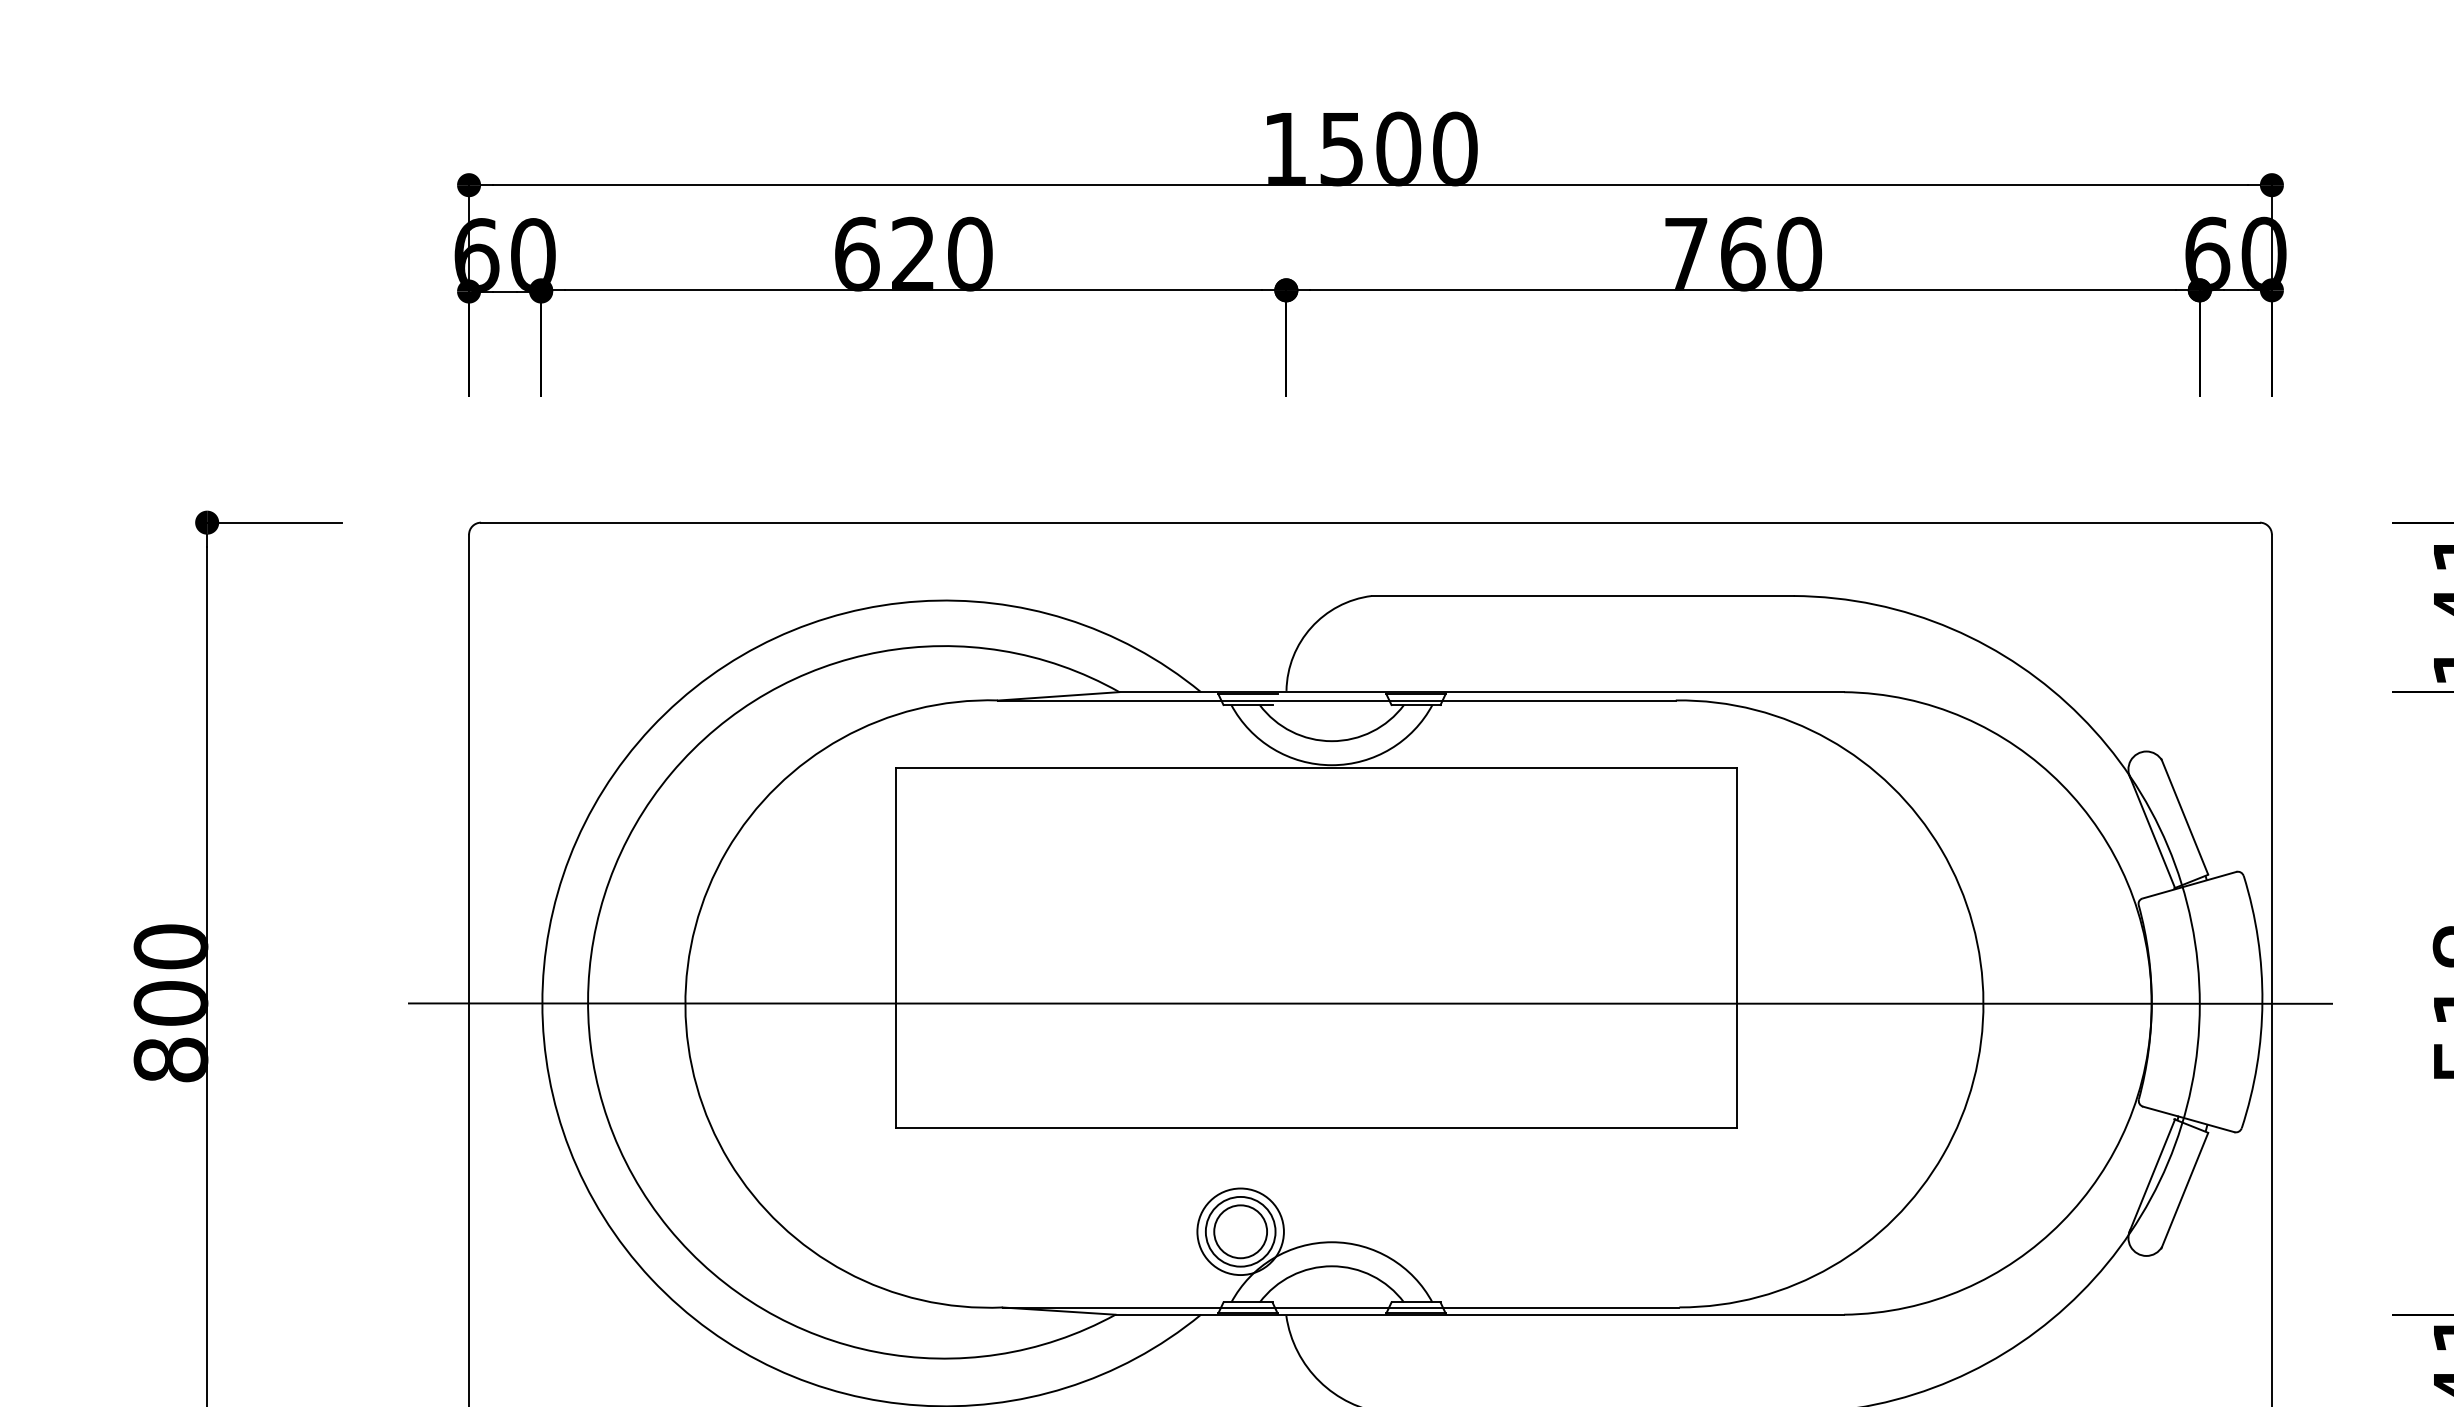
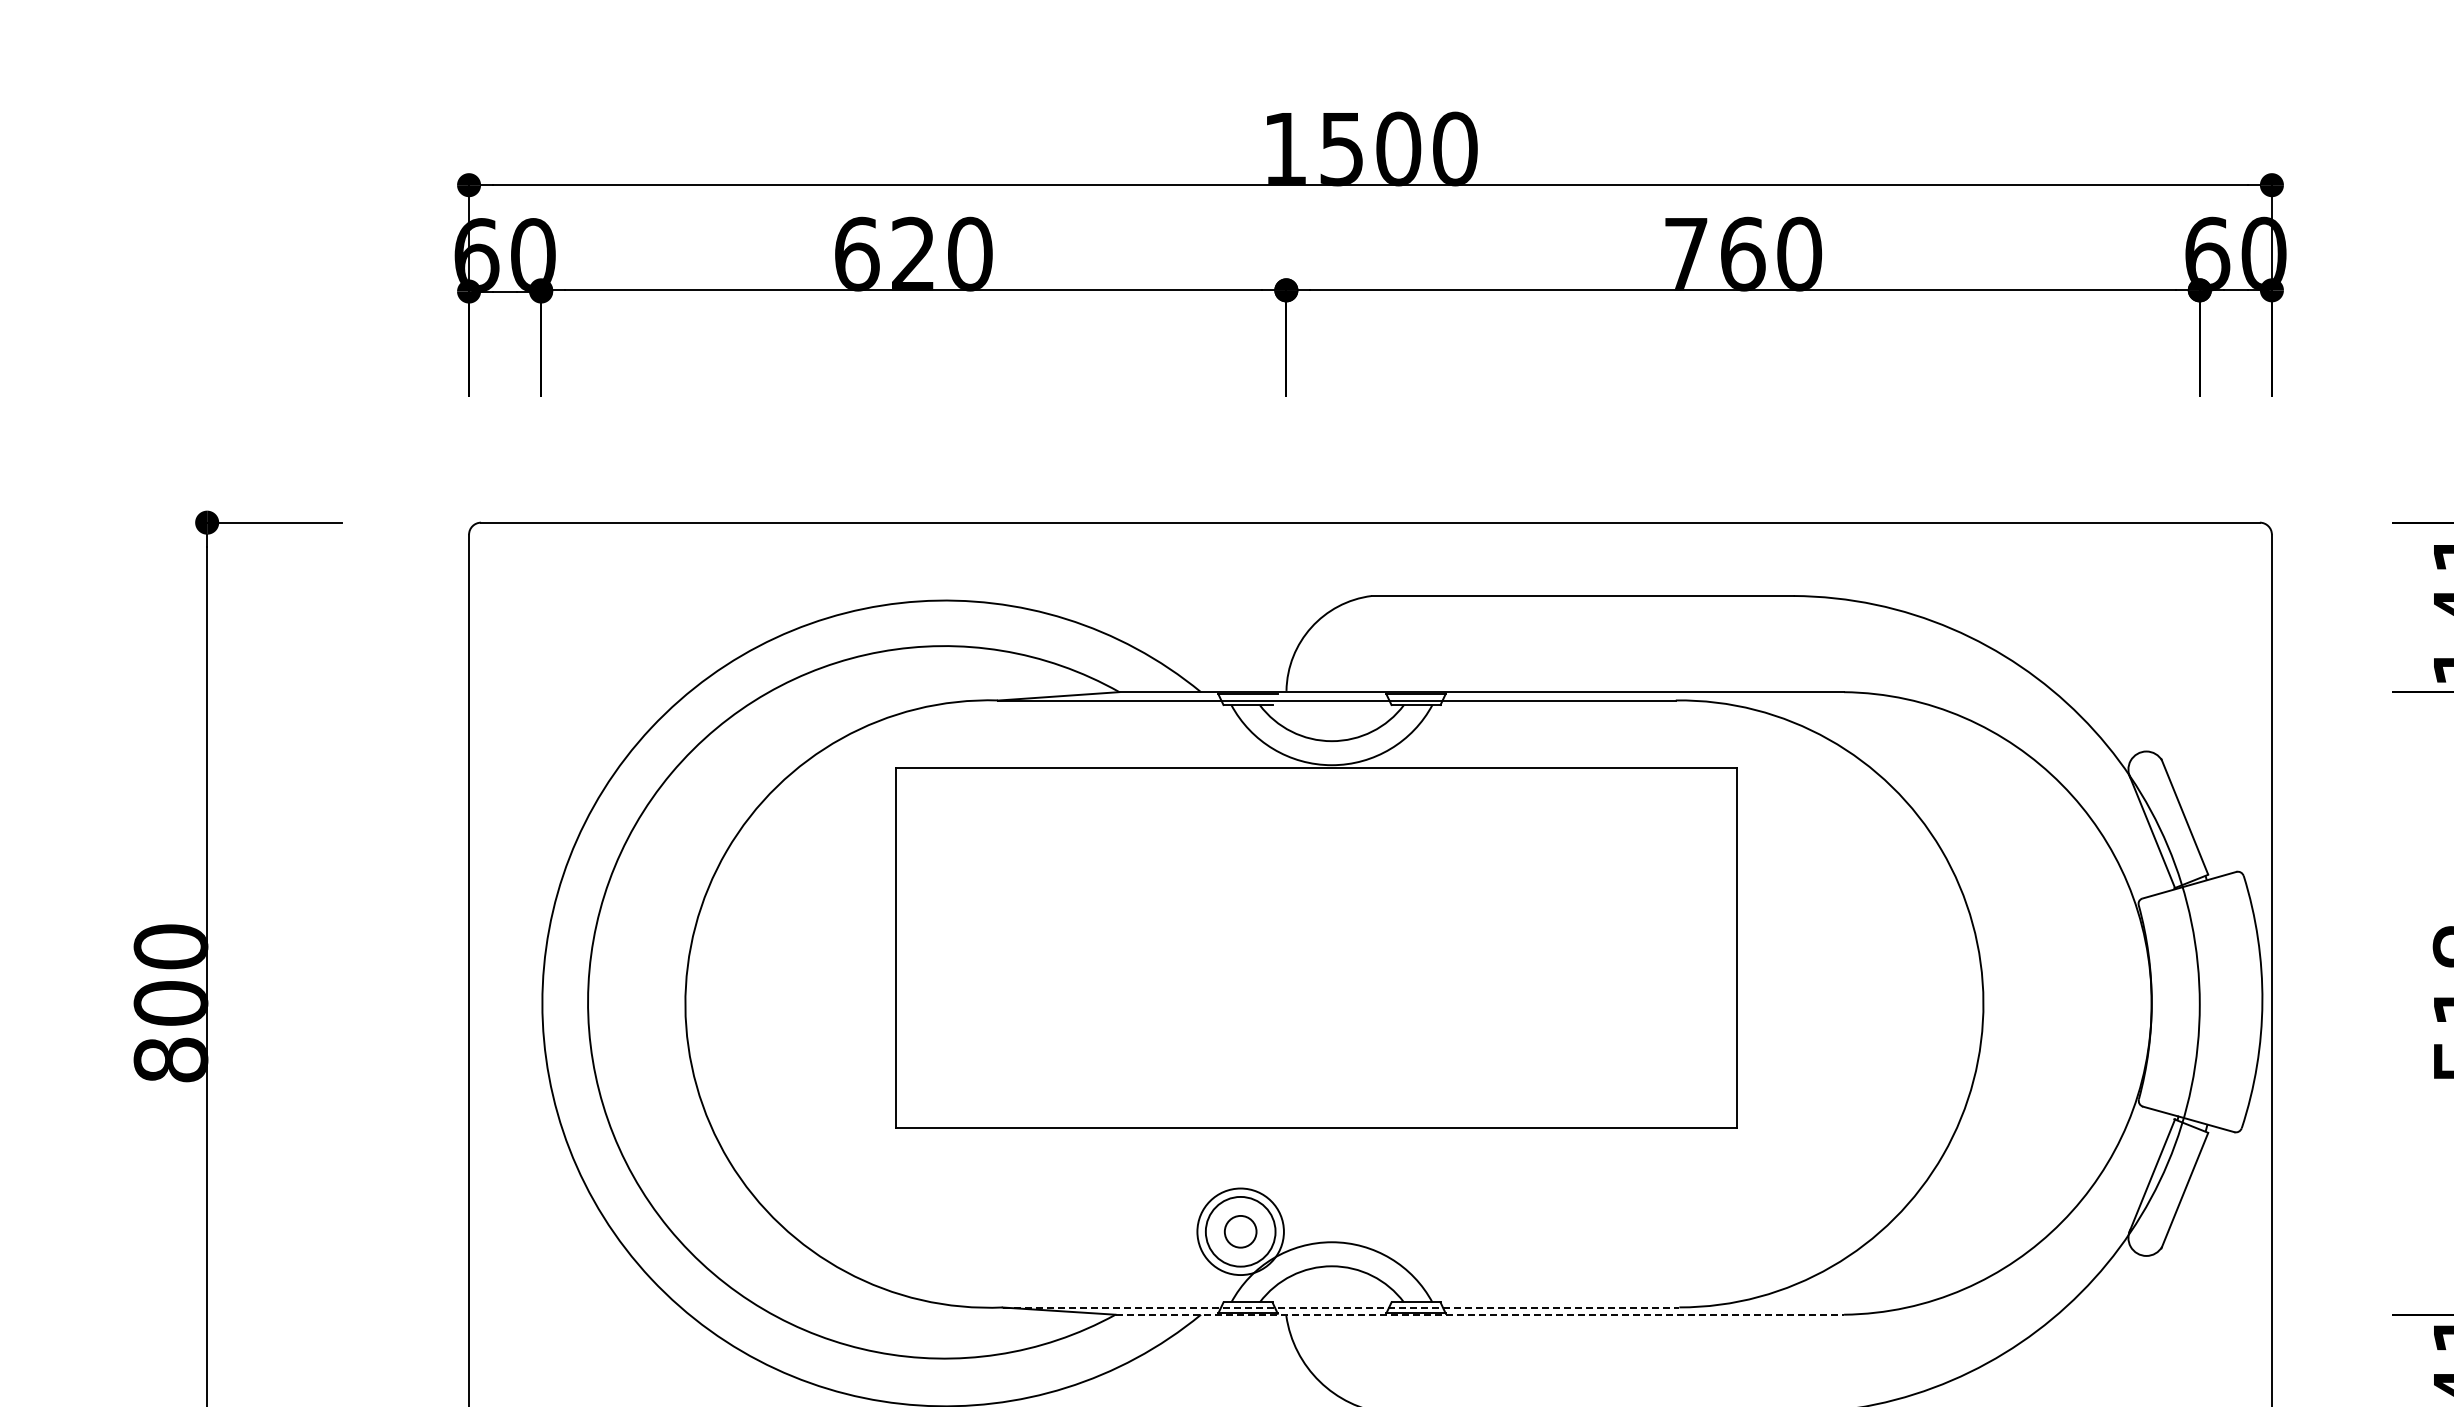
line at (1370, 1003): present -> none
circle at (1240, 1231) diameter: 53 px -> 32 px
line at (1341, 1307): solid -> dashed
line at (1480, 1314): solid -> dashed
